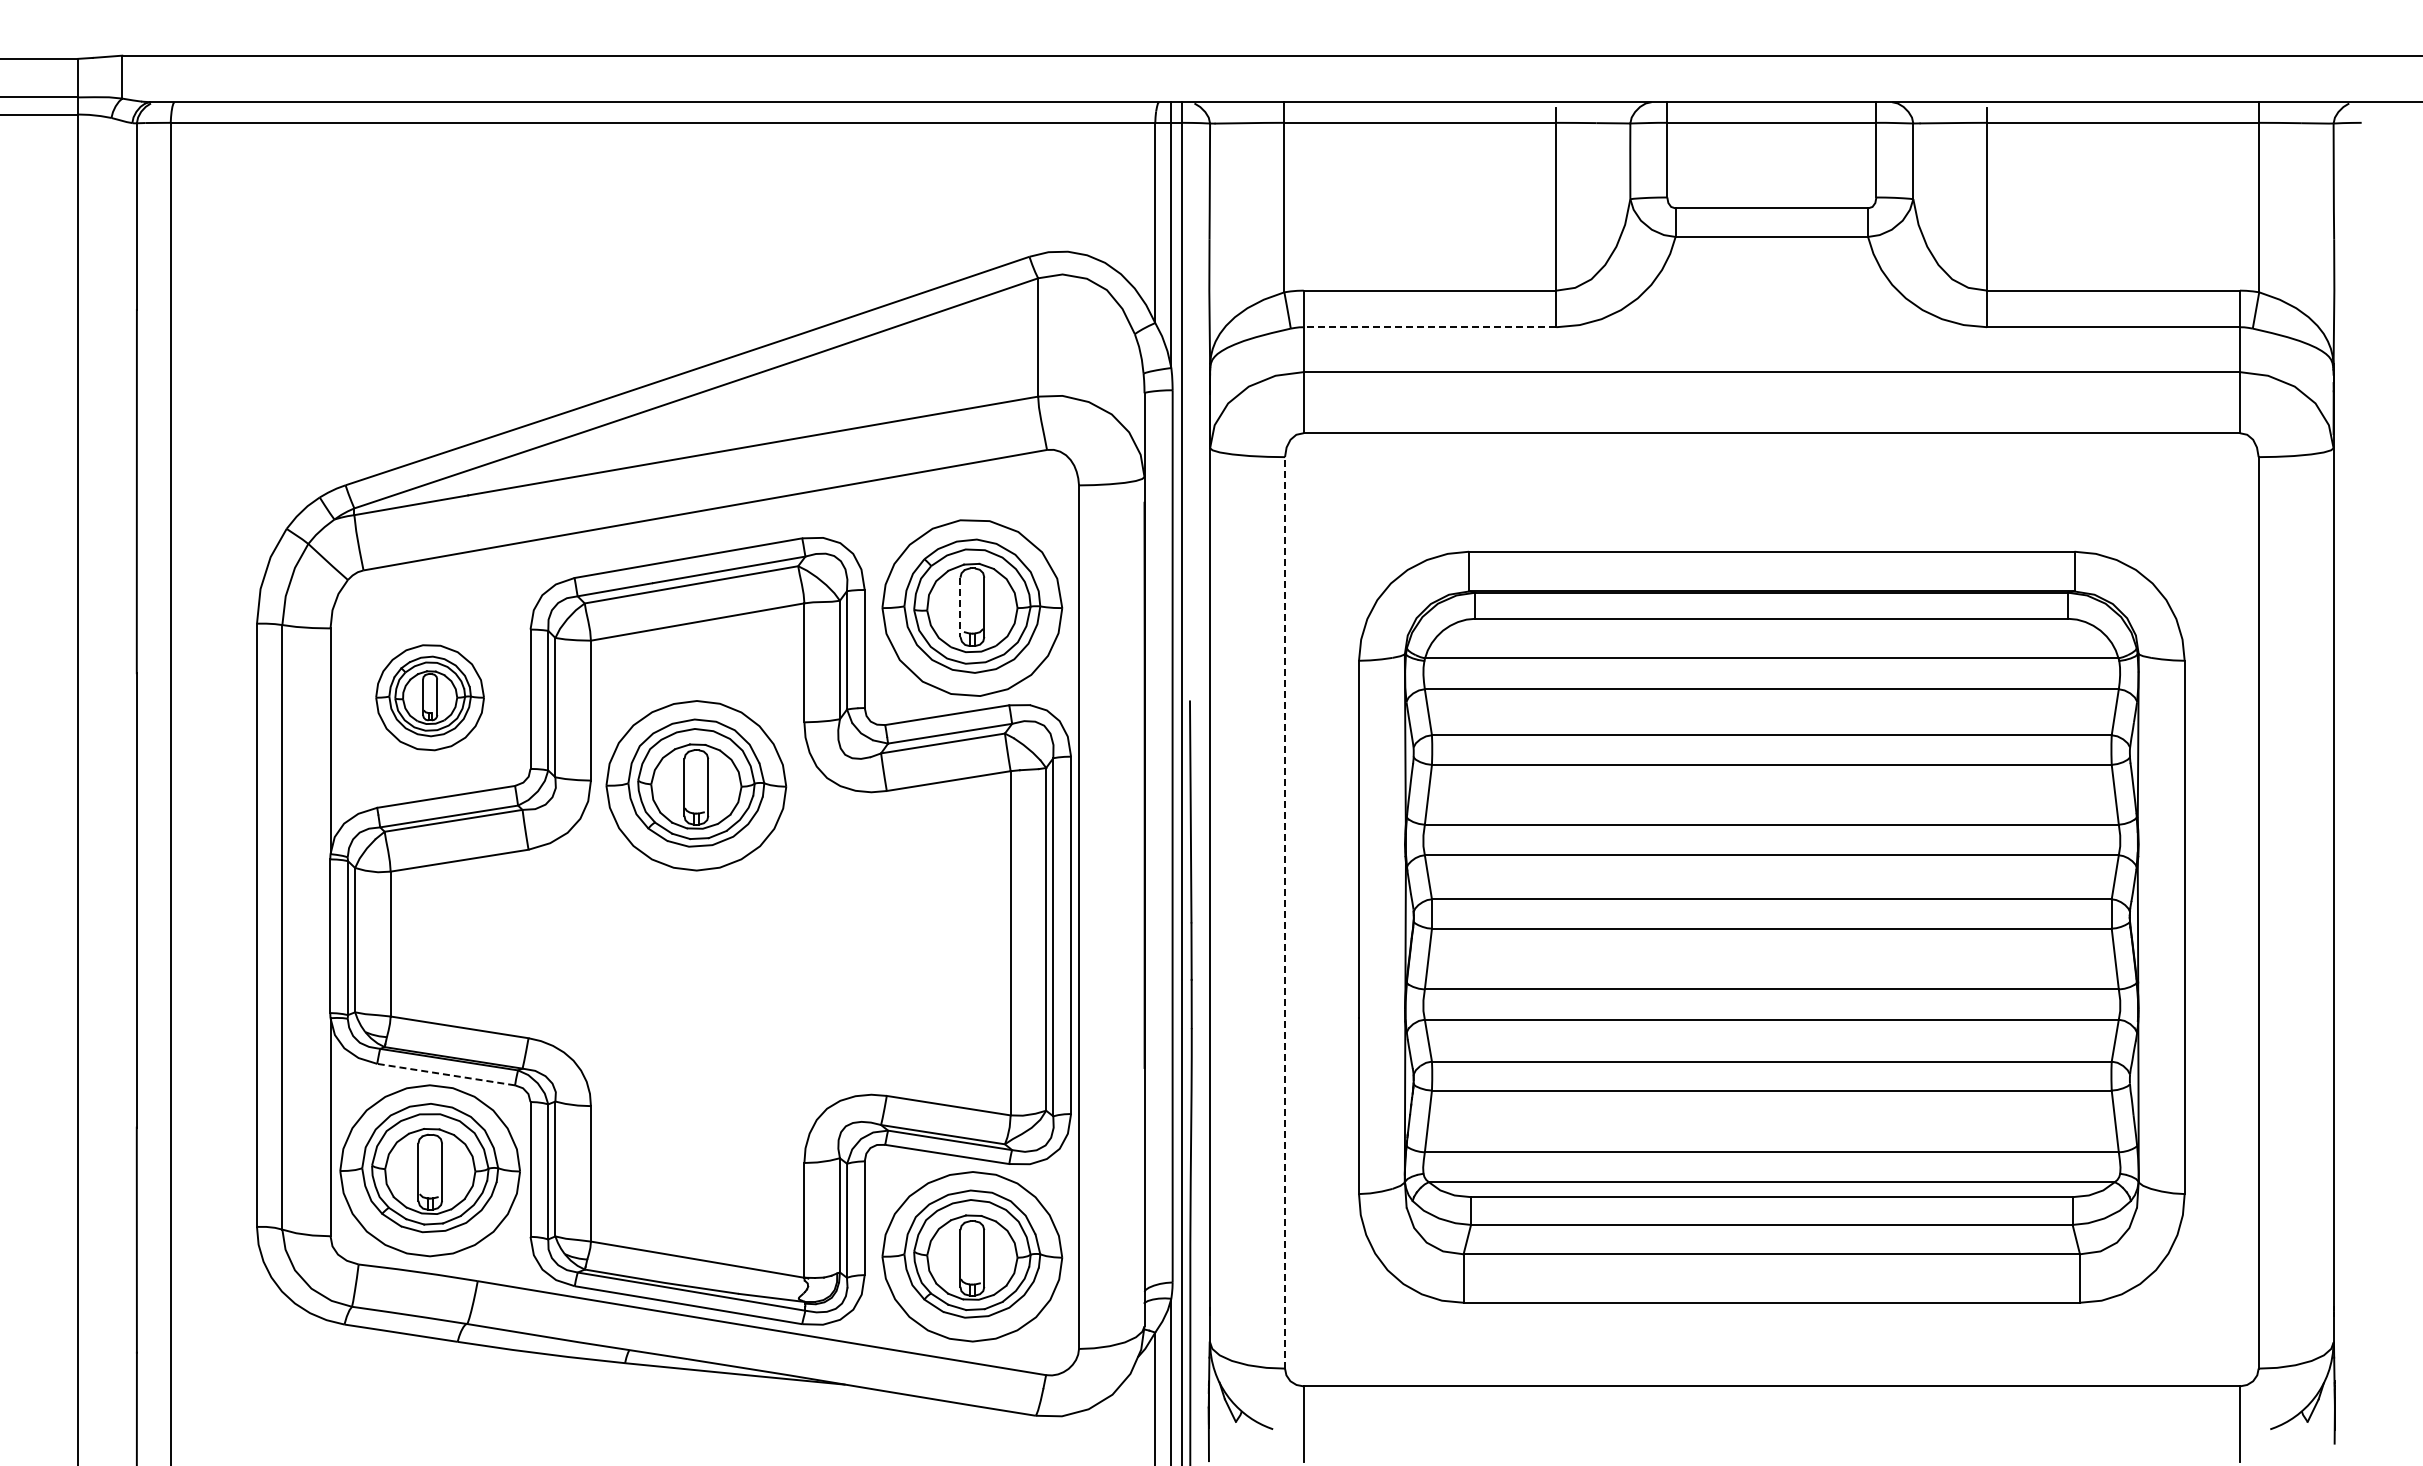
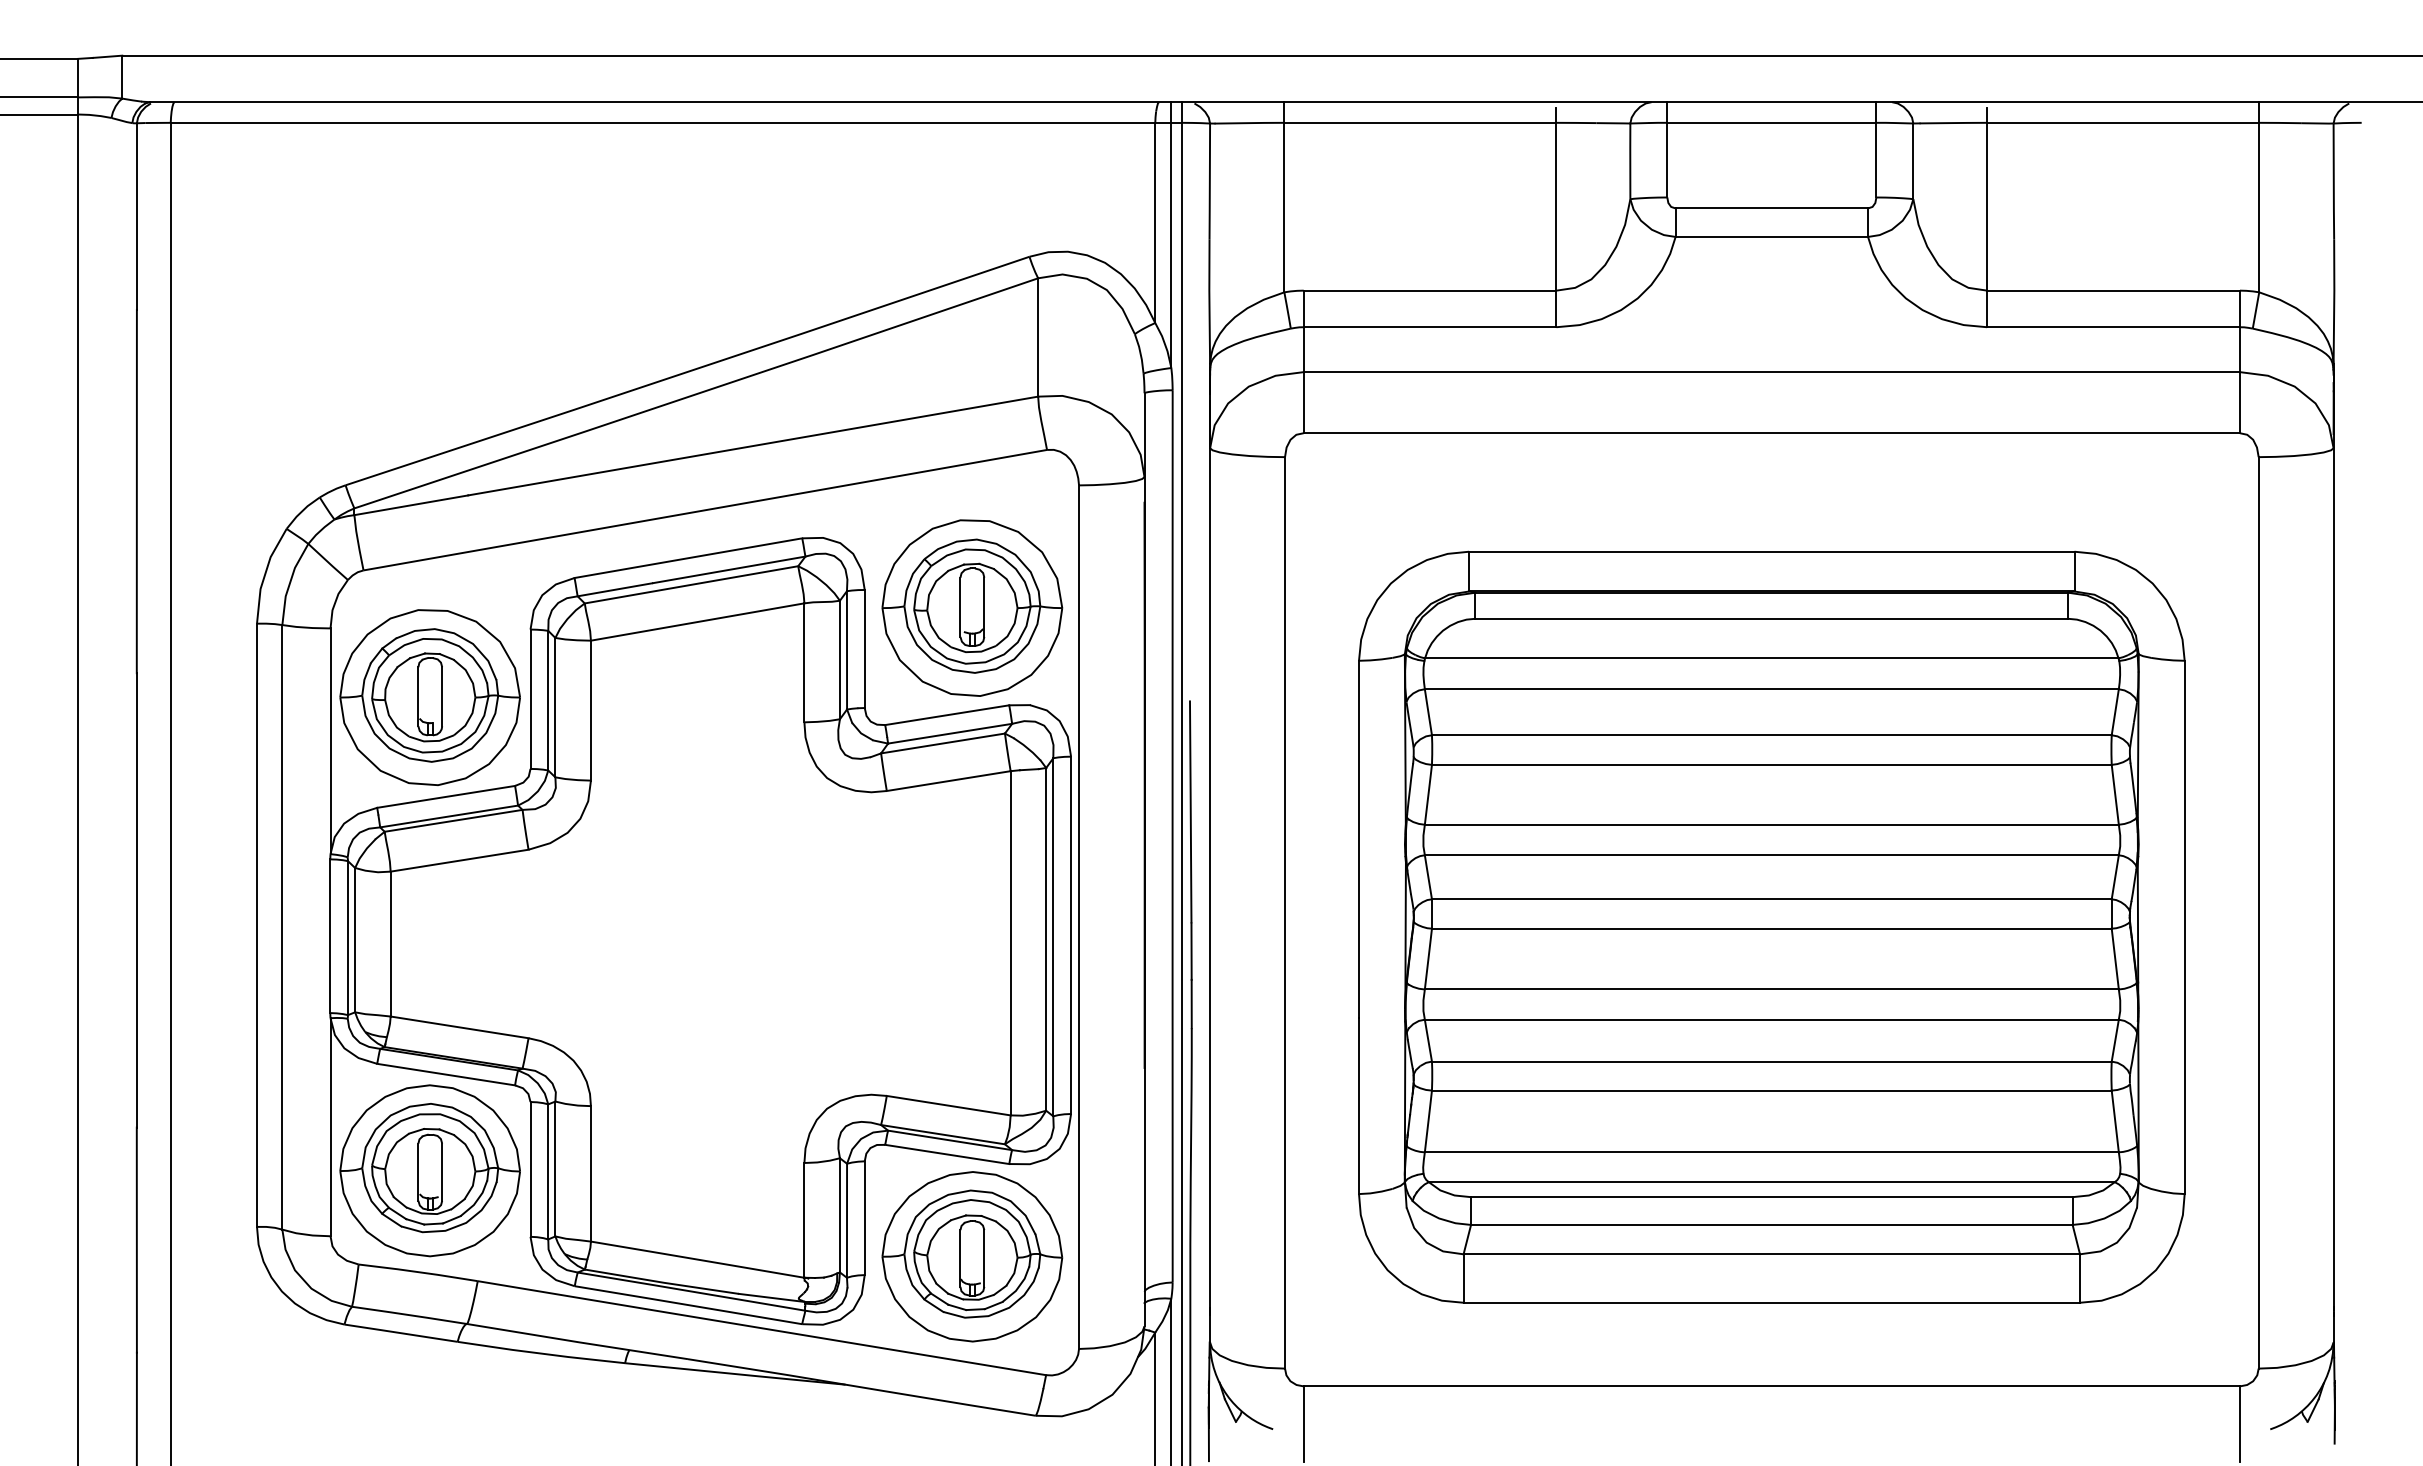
line at (1429, 327): dashed -> solid
line at (960, 607): dashed -> solid
part at (429, 697) size: 110x108 px -> 182x178 px
part at (696, 785): present -> none
line at (1285, 912): dashed -> solid
line at (446, 1074): dashed -> solid
